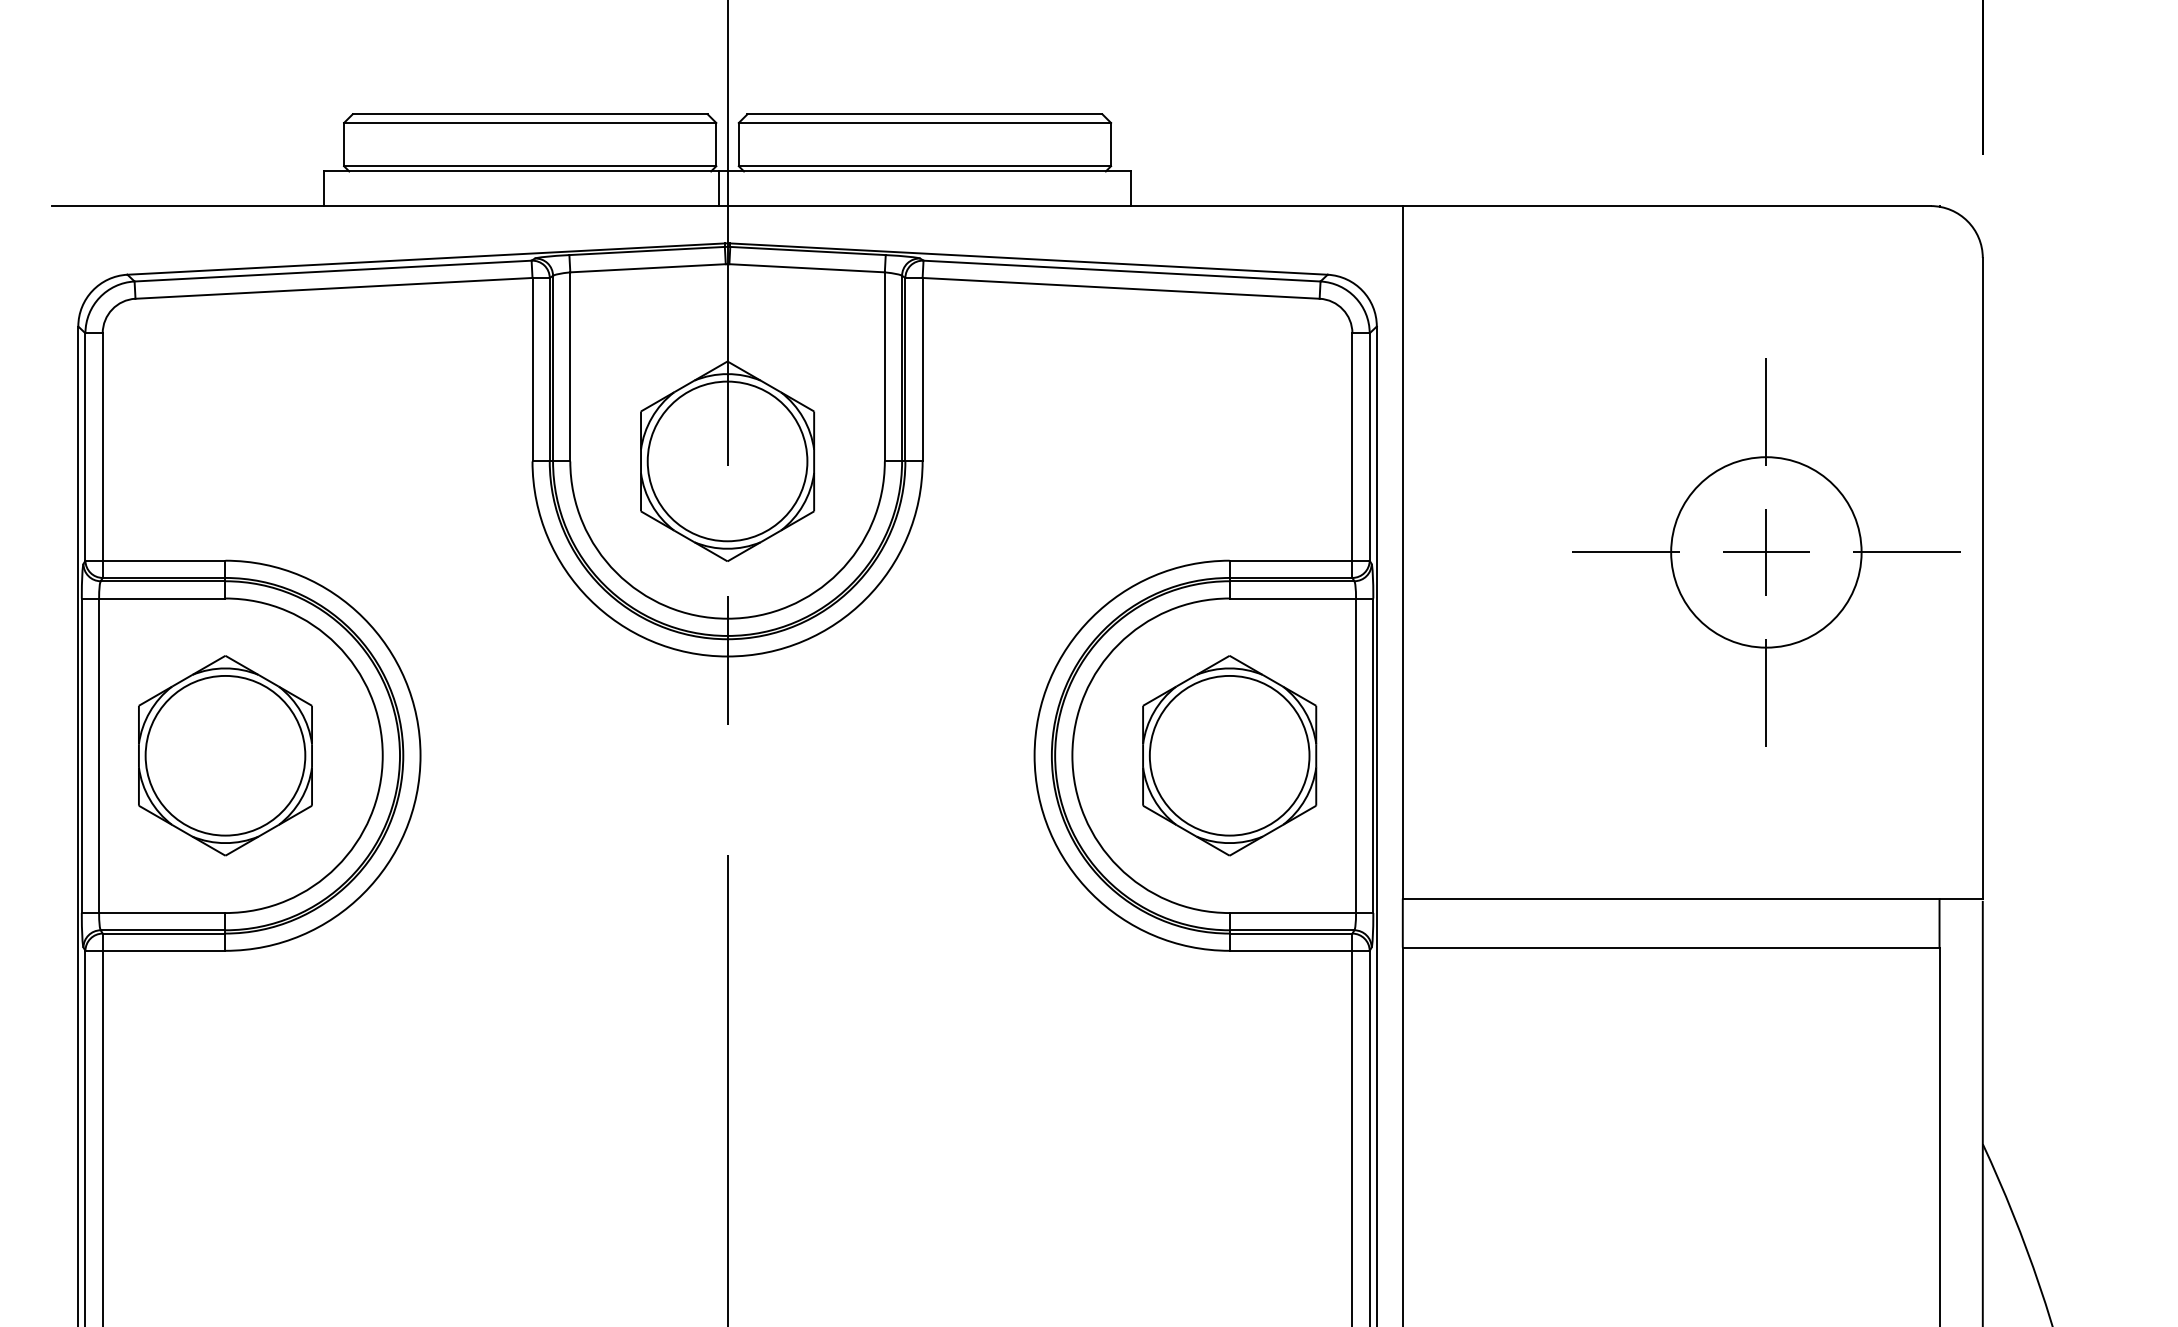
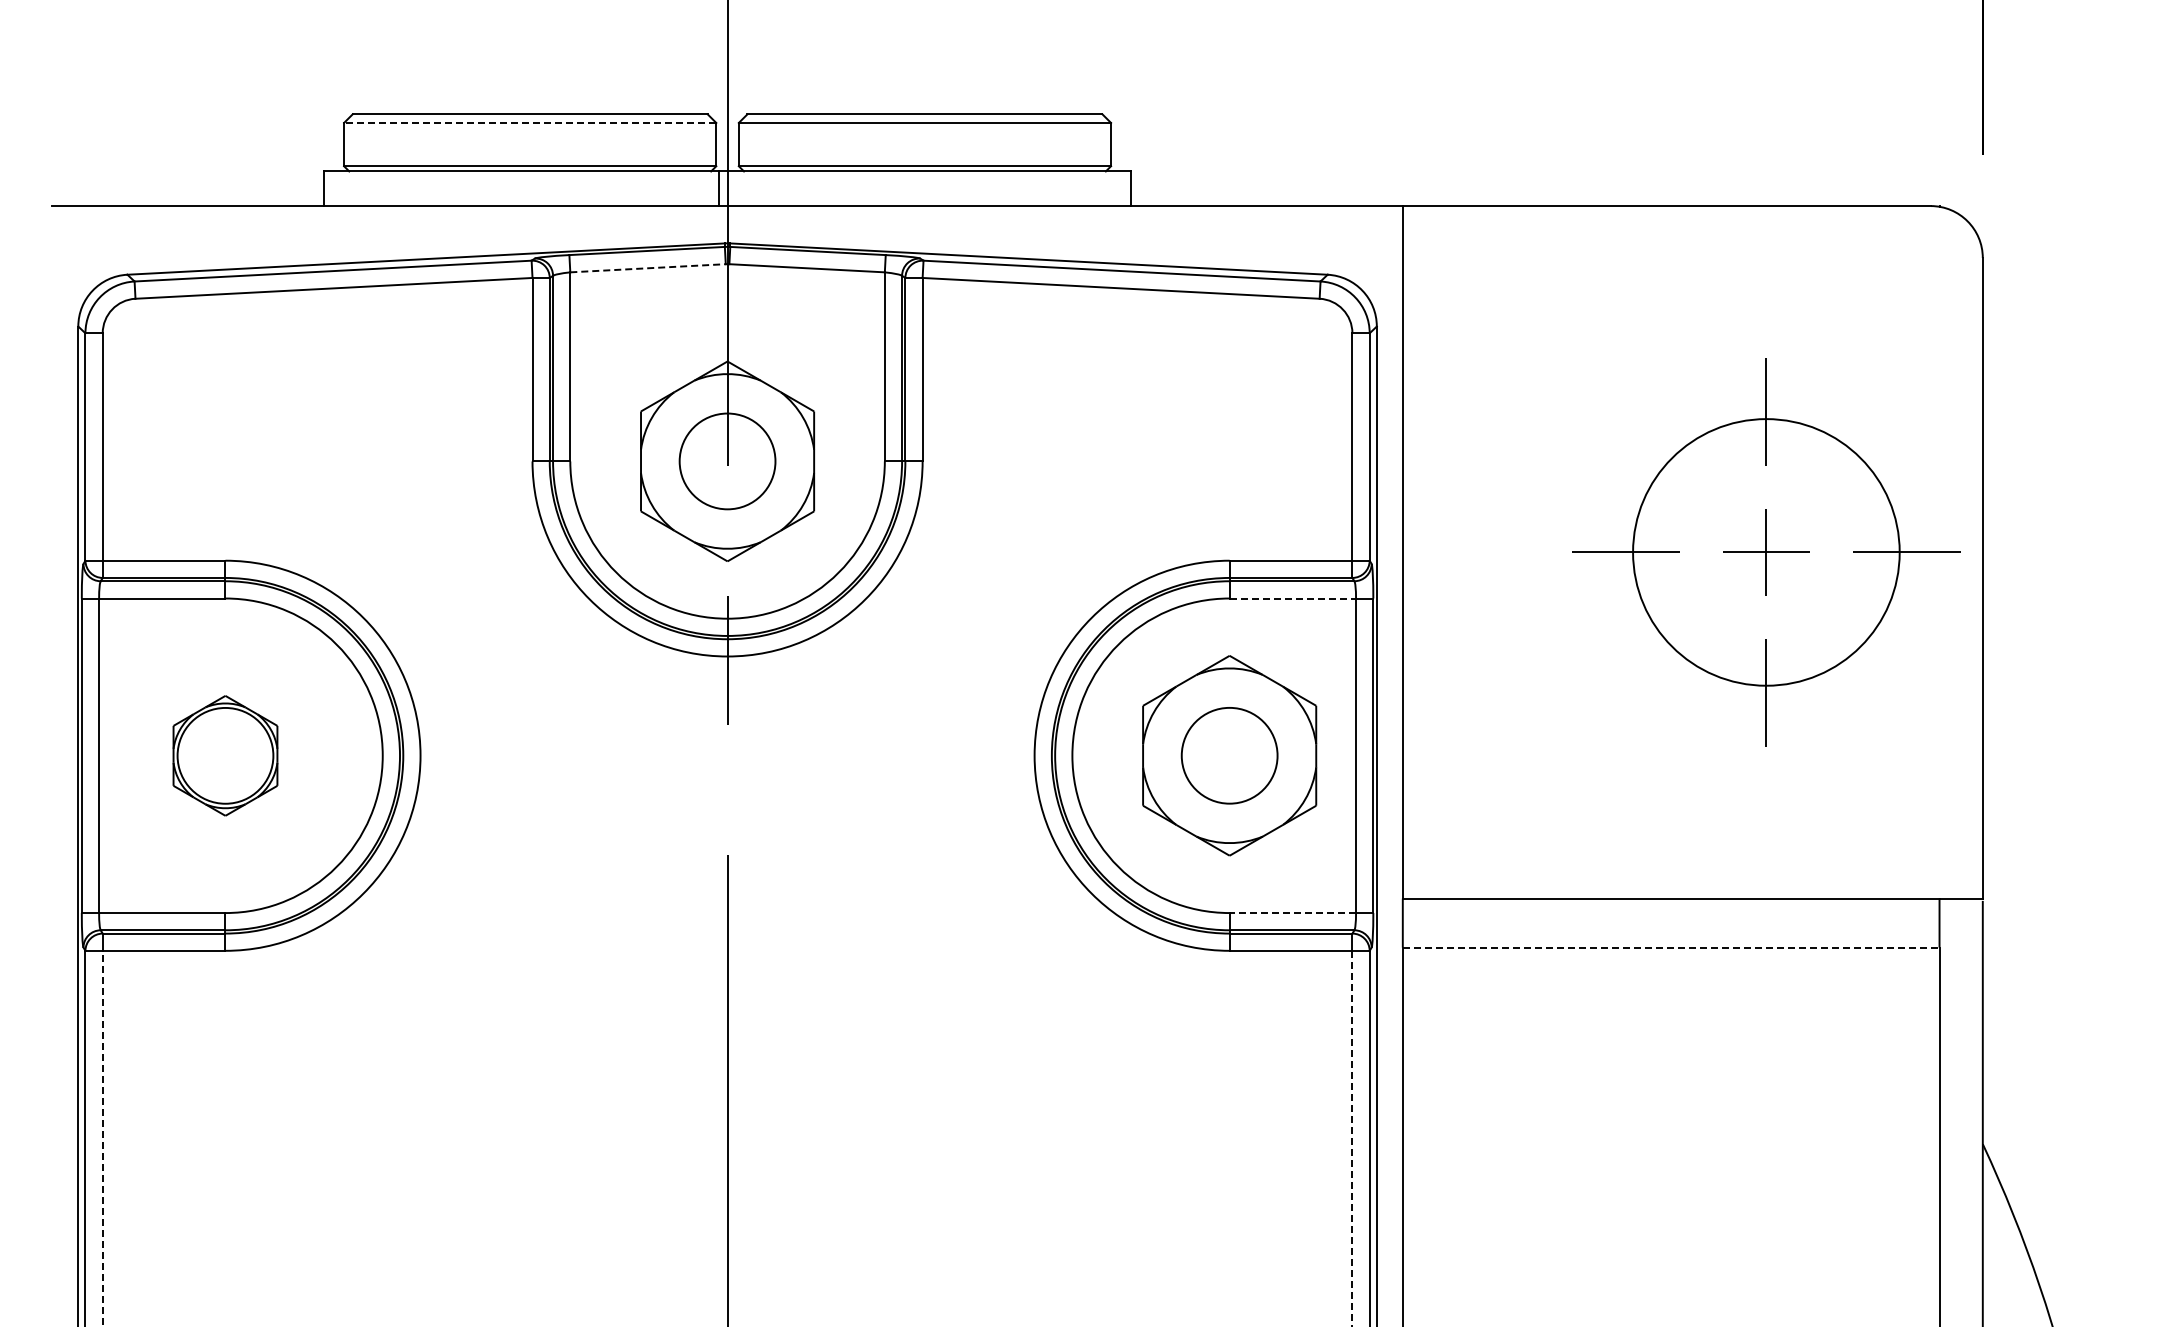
line at (529, 122): solid -> dashed
line at (648, 268): solid -> dashed
circle at (727, 461) diameter: 160 px -> 96 px
circle at (1766, 552) diameter: 190 px -> 267 px
line at (1293, 598): solid -> dashed
part at (225, 755) size: 175x202 px -> 107x122 px
circle at (1229, 755) diameter: 160 px -> 96 px
line at (1292, 913): solid -> dashed
line at (1671, 947): solid -> dashed
line at (102, 1138): solid -> dashed
line at (1352, 1138): solid -> dashed
